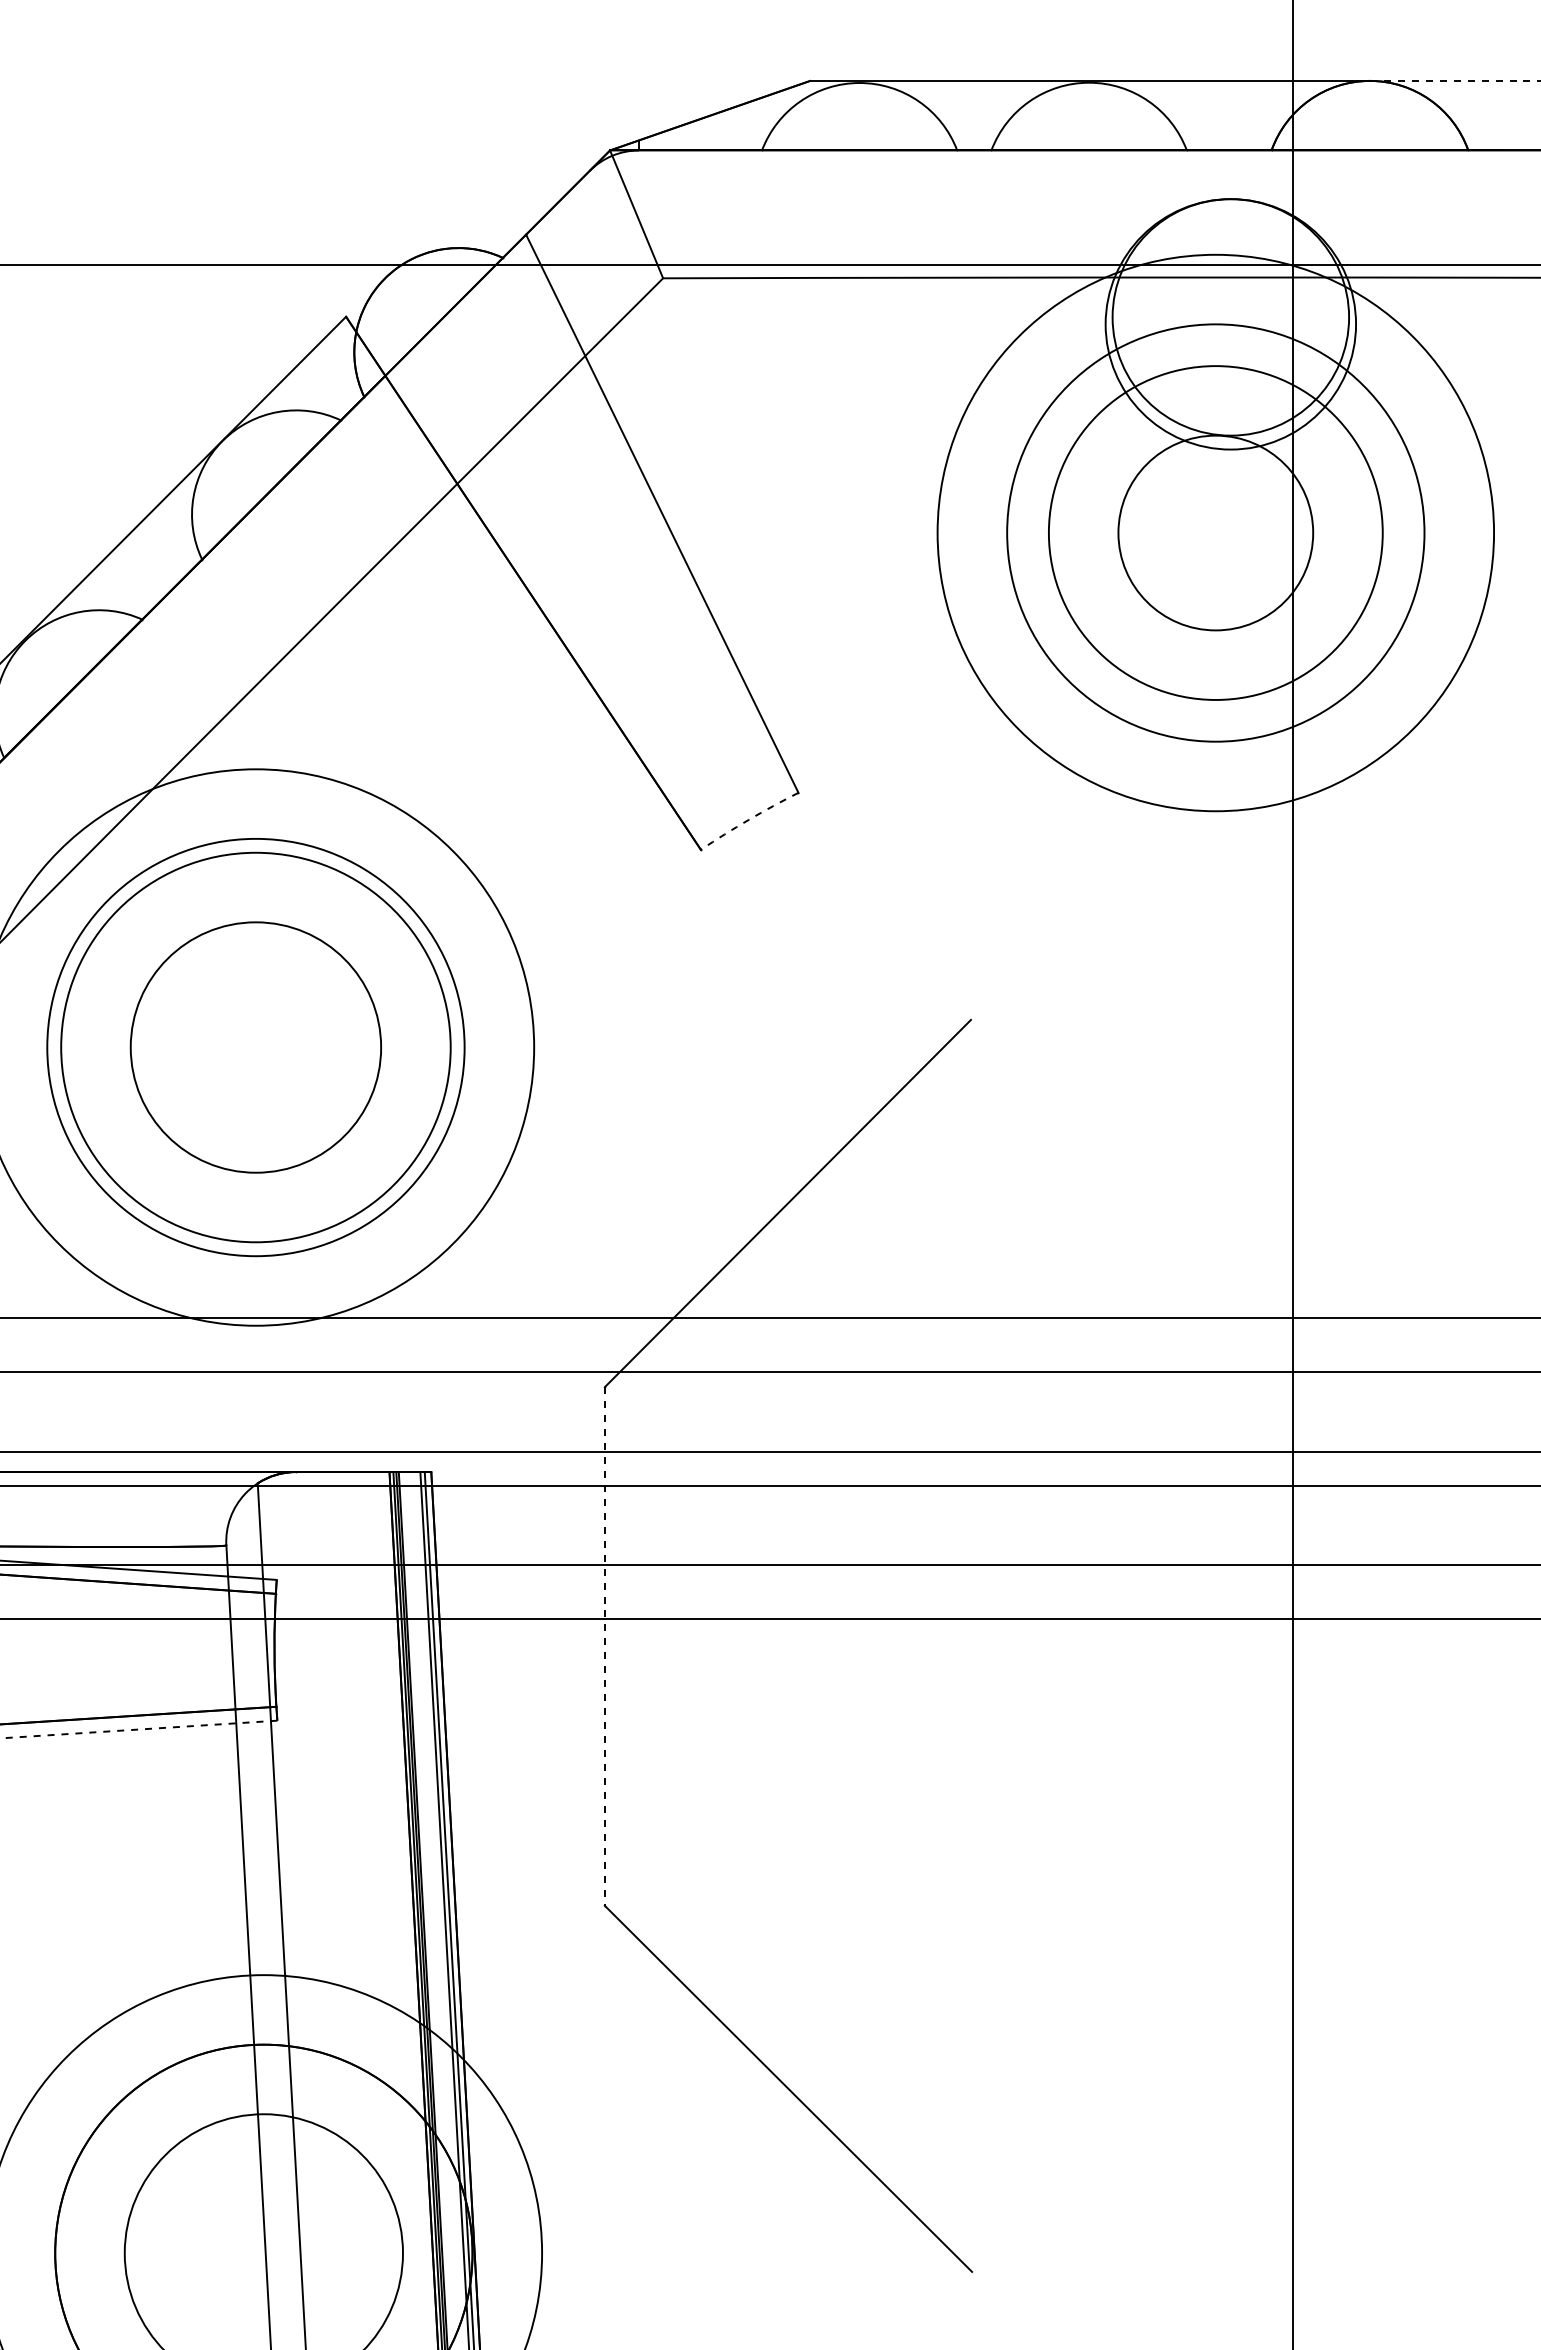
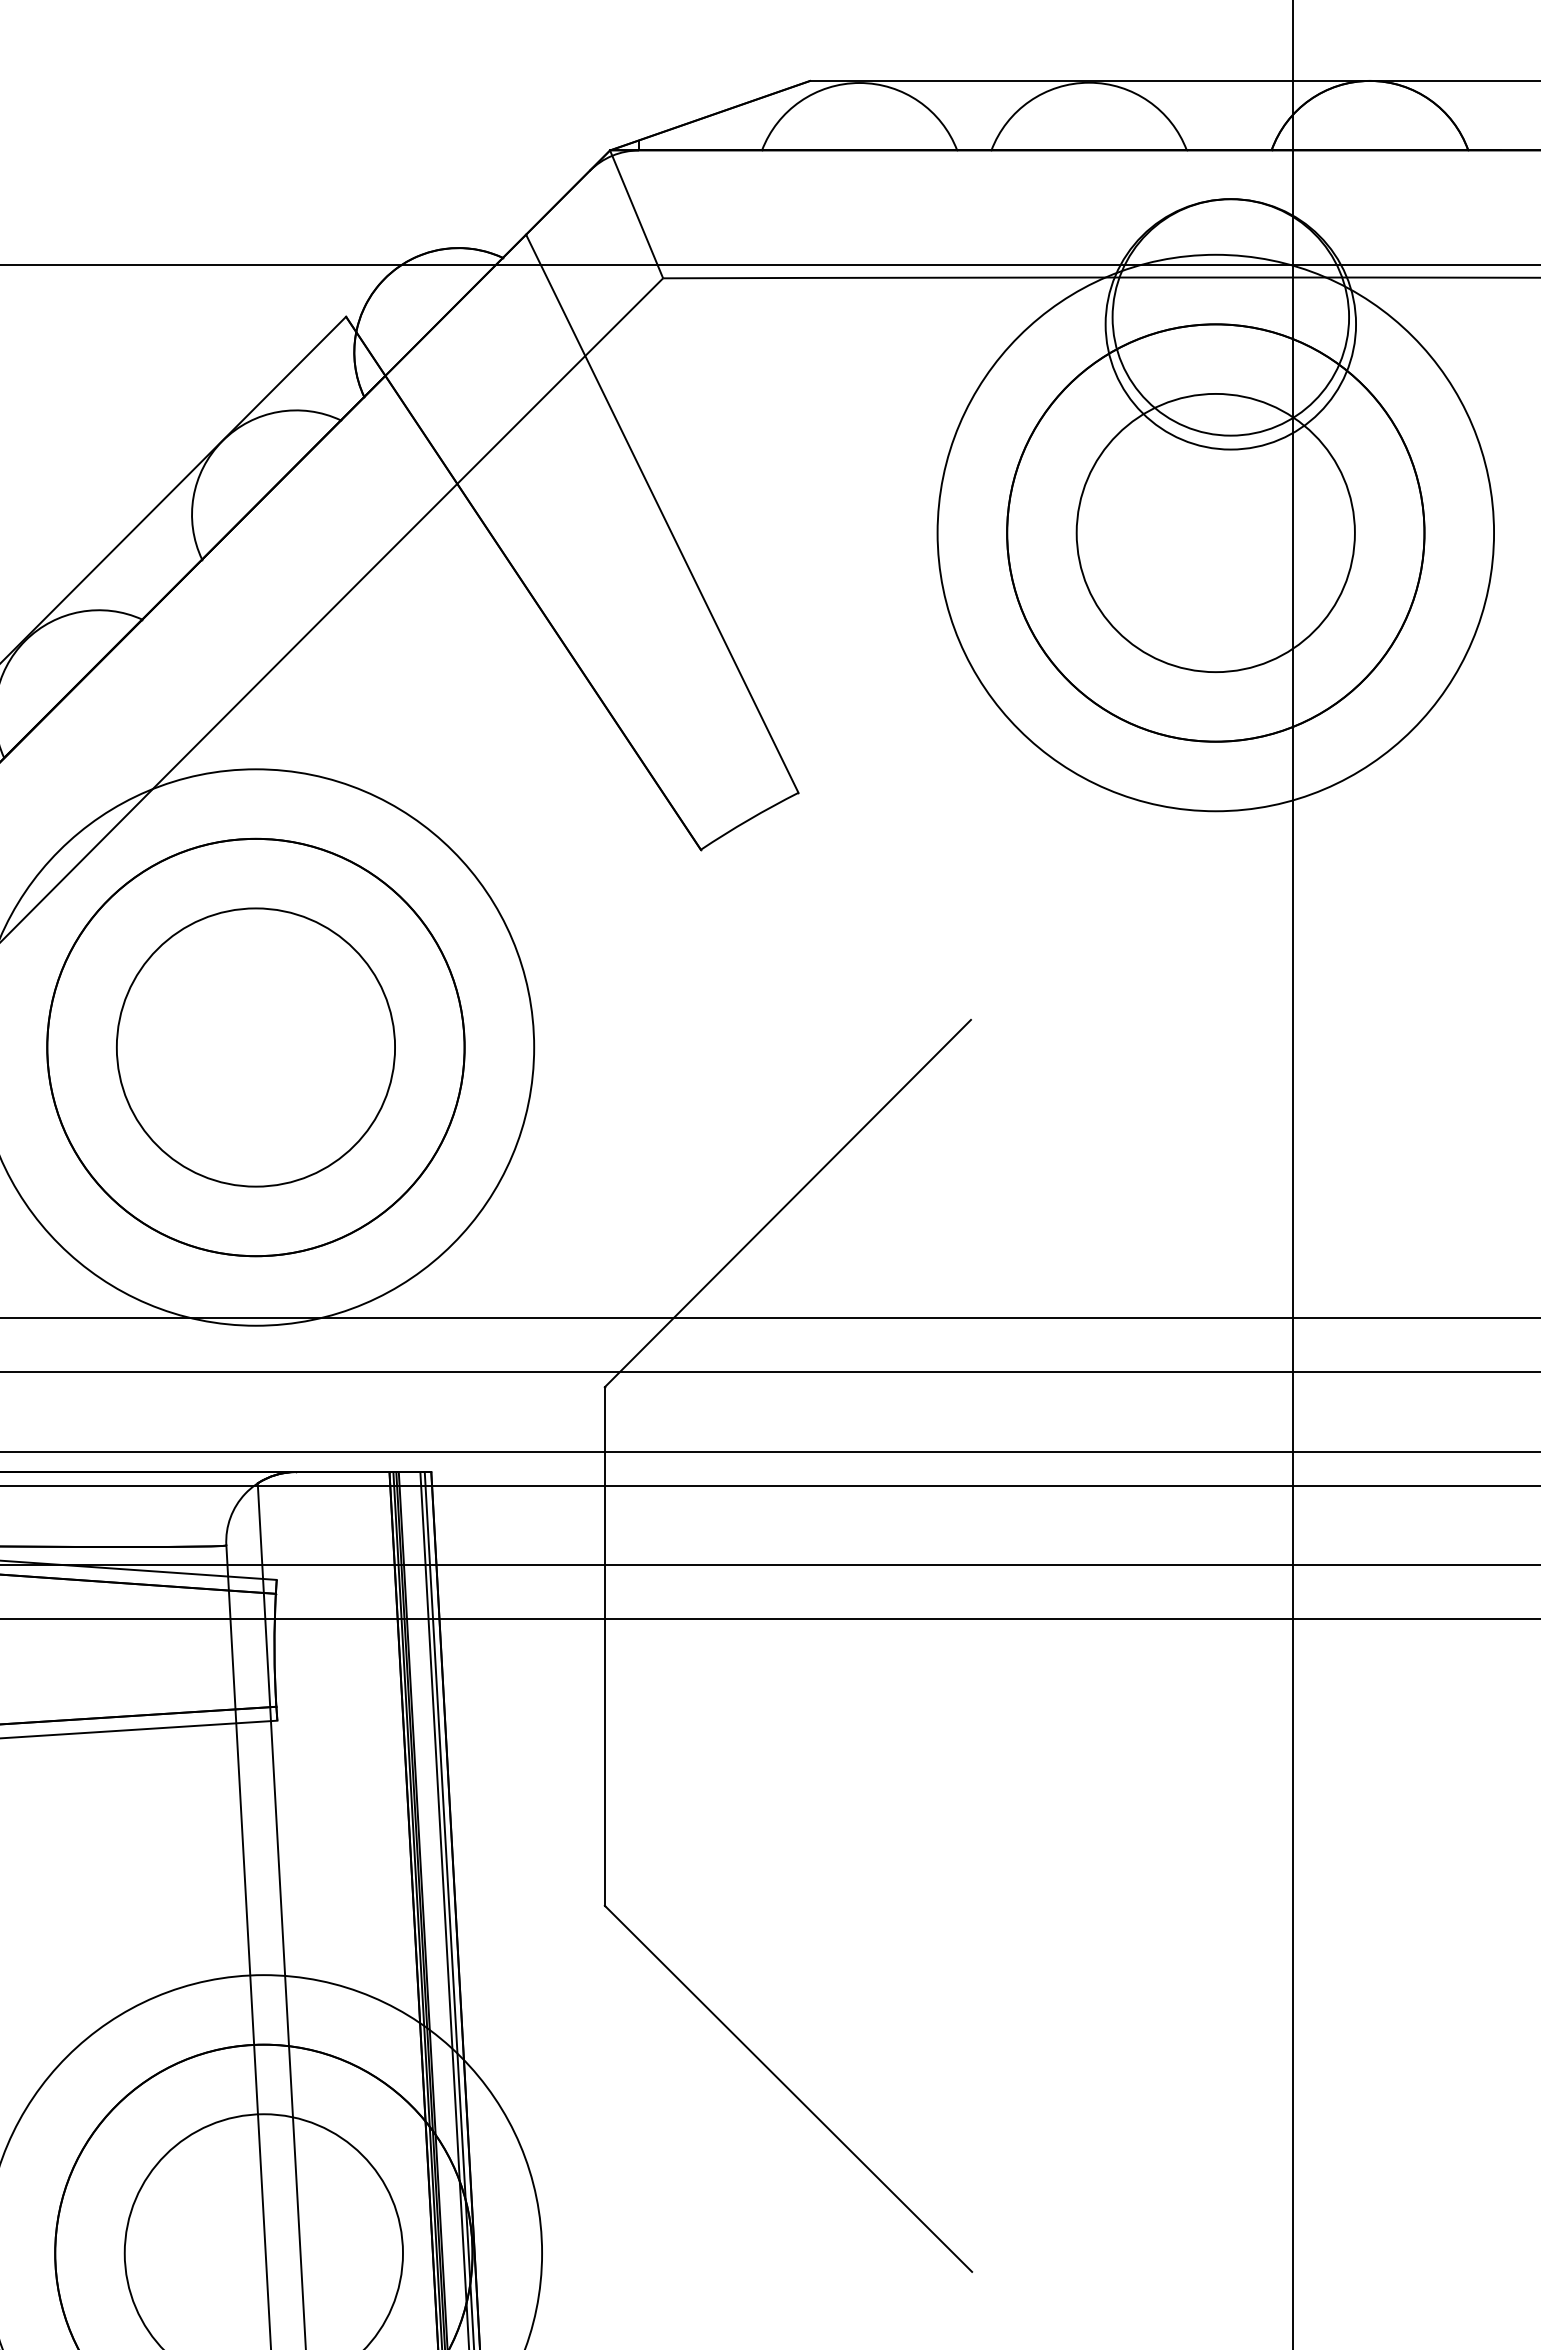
line at (1455, 80): dashed -> solid
circle at (1215, 532) diameter: 195 px -> 278 px
circle at (1215, 532) diameter: 334 px -> 417 px
arc at (748, 819): dashed -> solid
circle at (255, 1047) diameter: 250 px -> 417 px
circle at (255, 1047) diameter: 390 px -> 278 px
line at (604, 1646): dashed -> solid
line at (138, 1729): dashed -> solid
